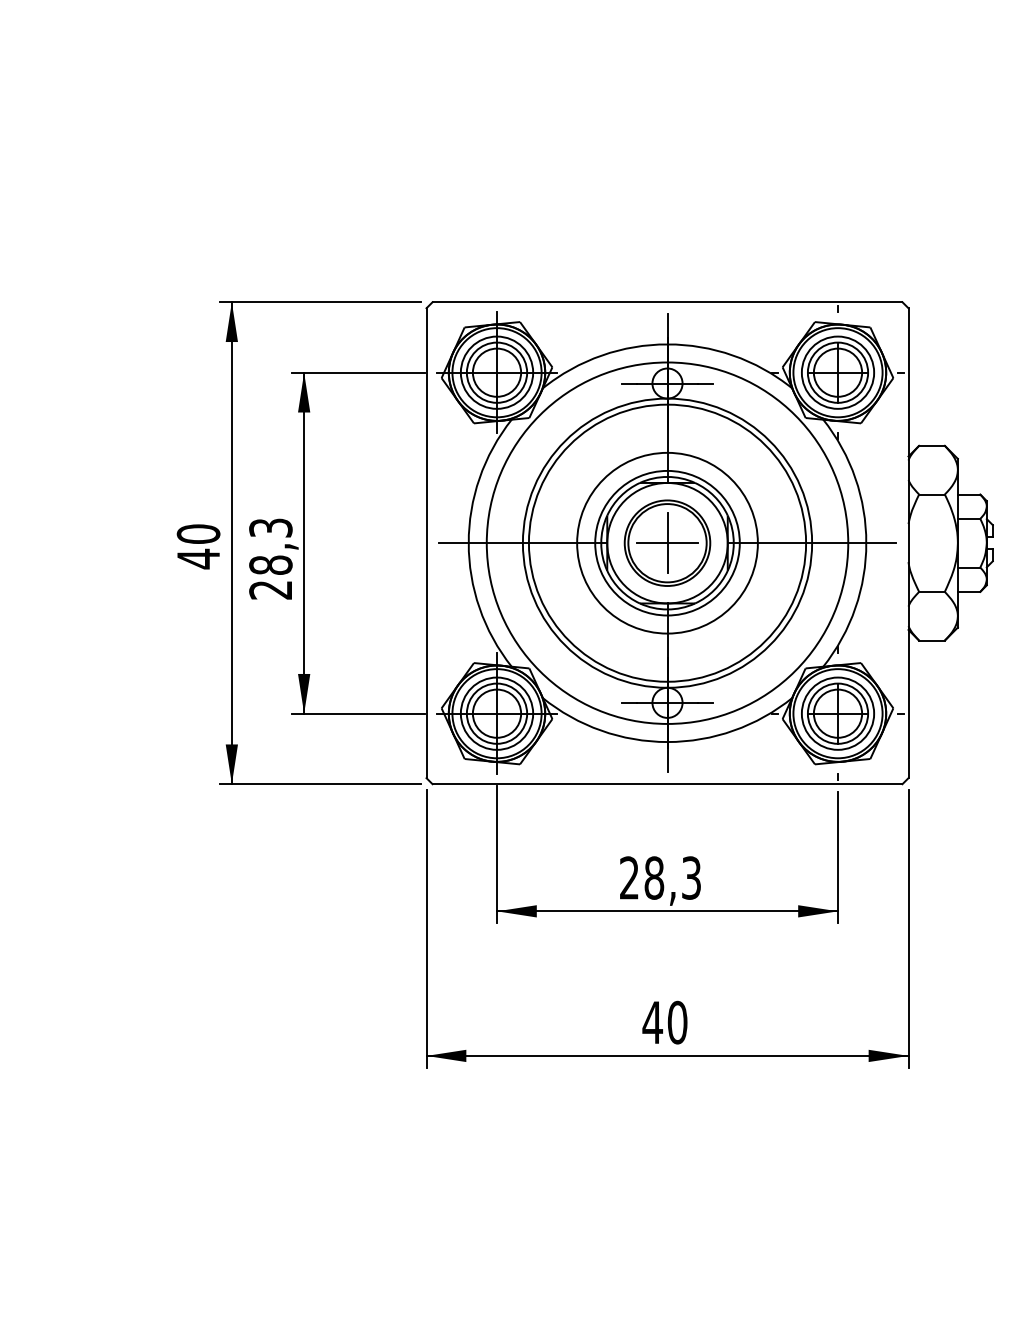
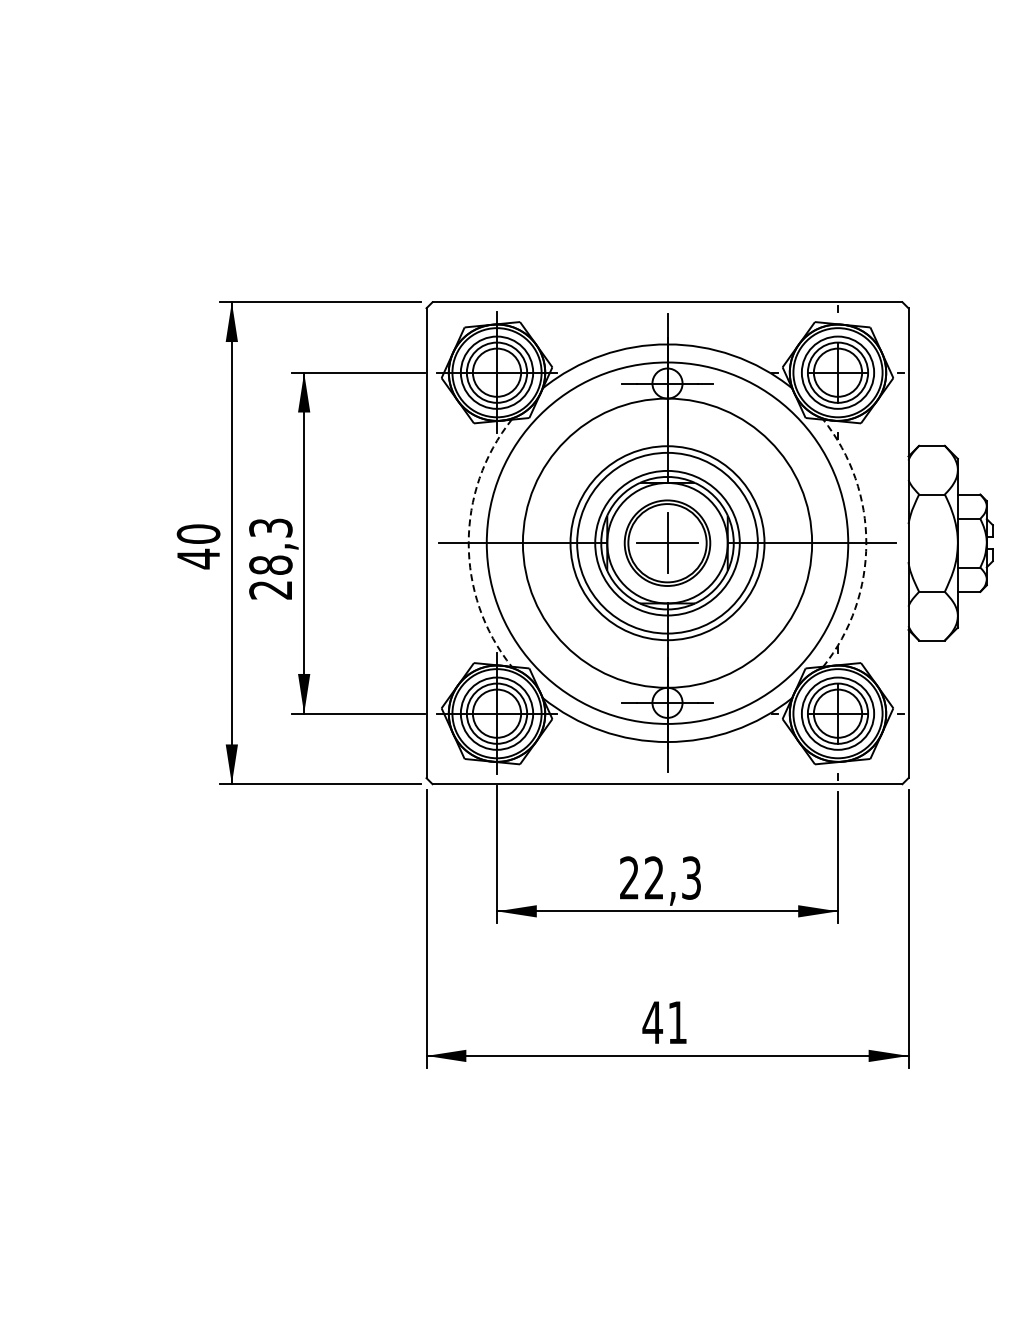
circle at (667, 542) diameter: 277 px -> 194 px
arc at (468, 543): solid -> dashed
arc at (866, 543): solid -> dashed
text at (654, 877): 28,3 -> 22,3
text at (677, 1022): 40 -> 41
